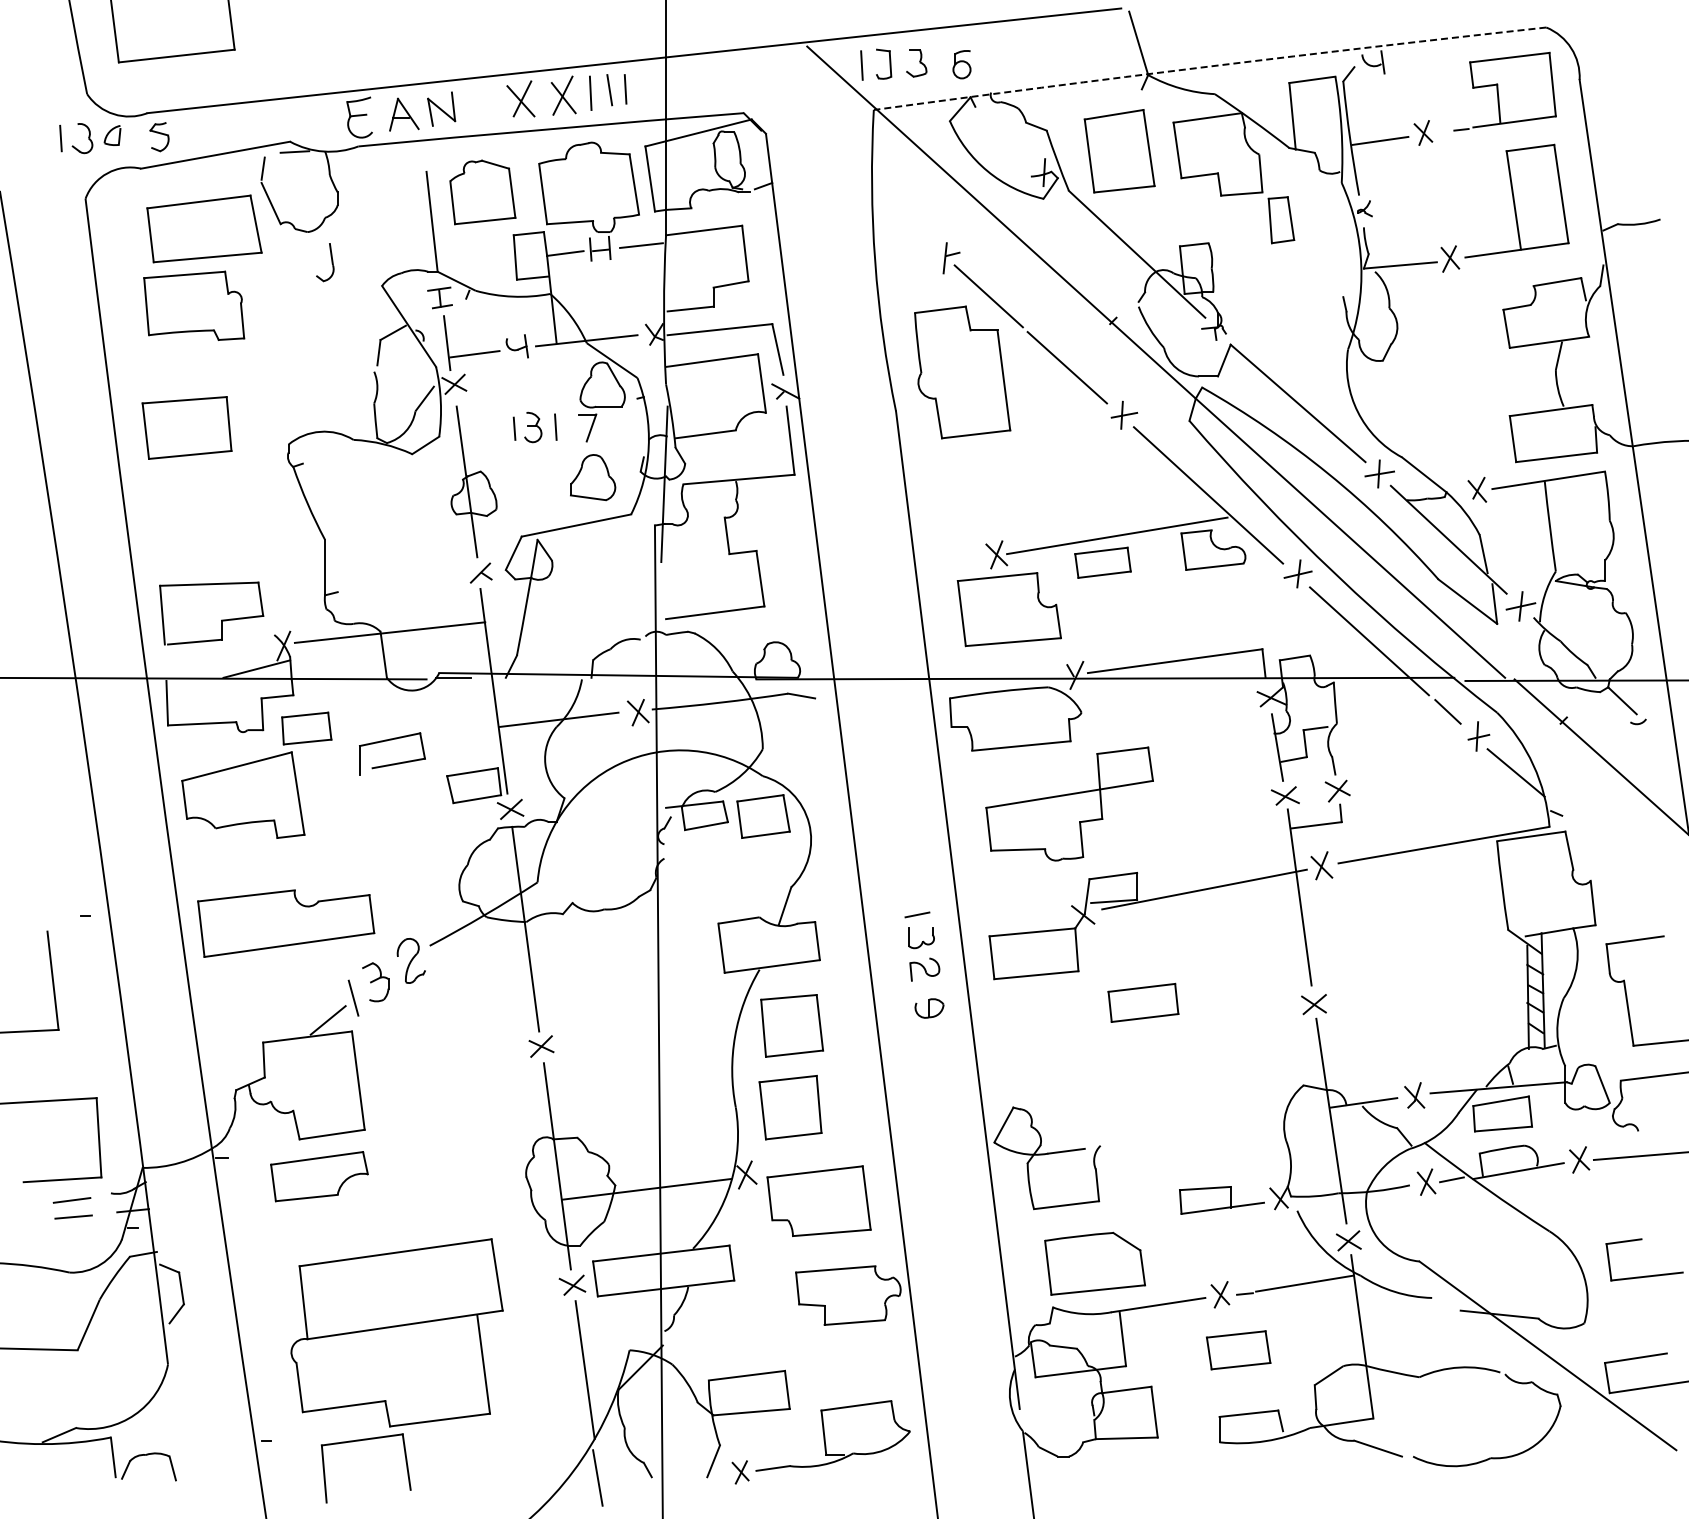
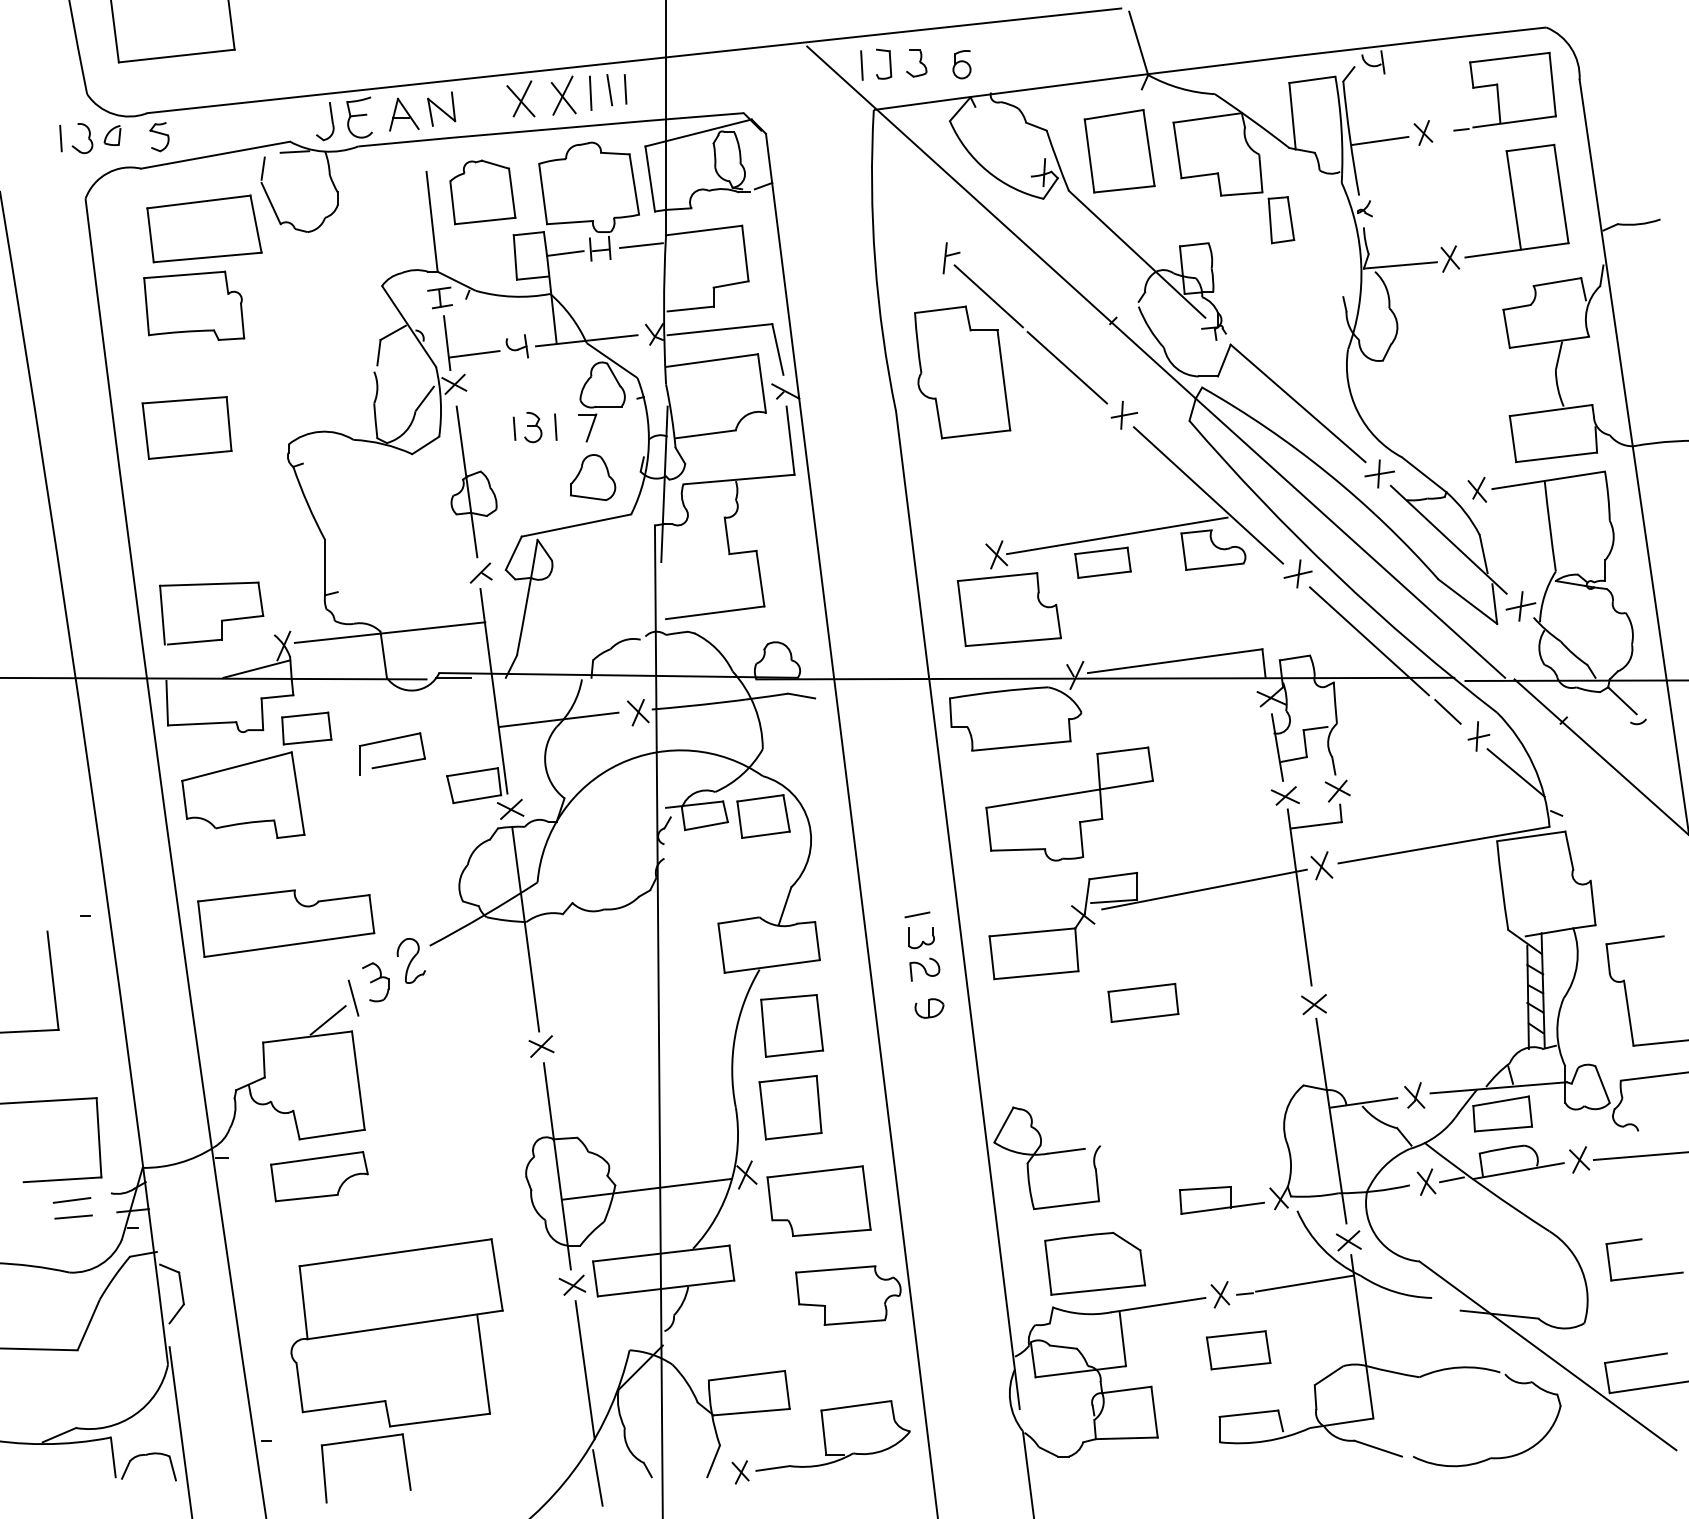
arc at (1209, 66): dashed -> solid
part at (325, 262) position: (325, 262) -> (325, 121)
line at (180, 1431): none -> present
